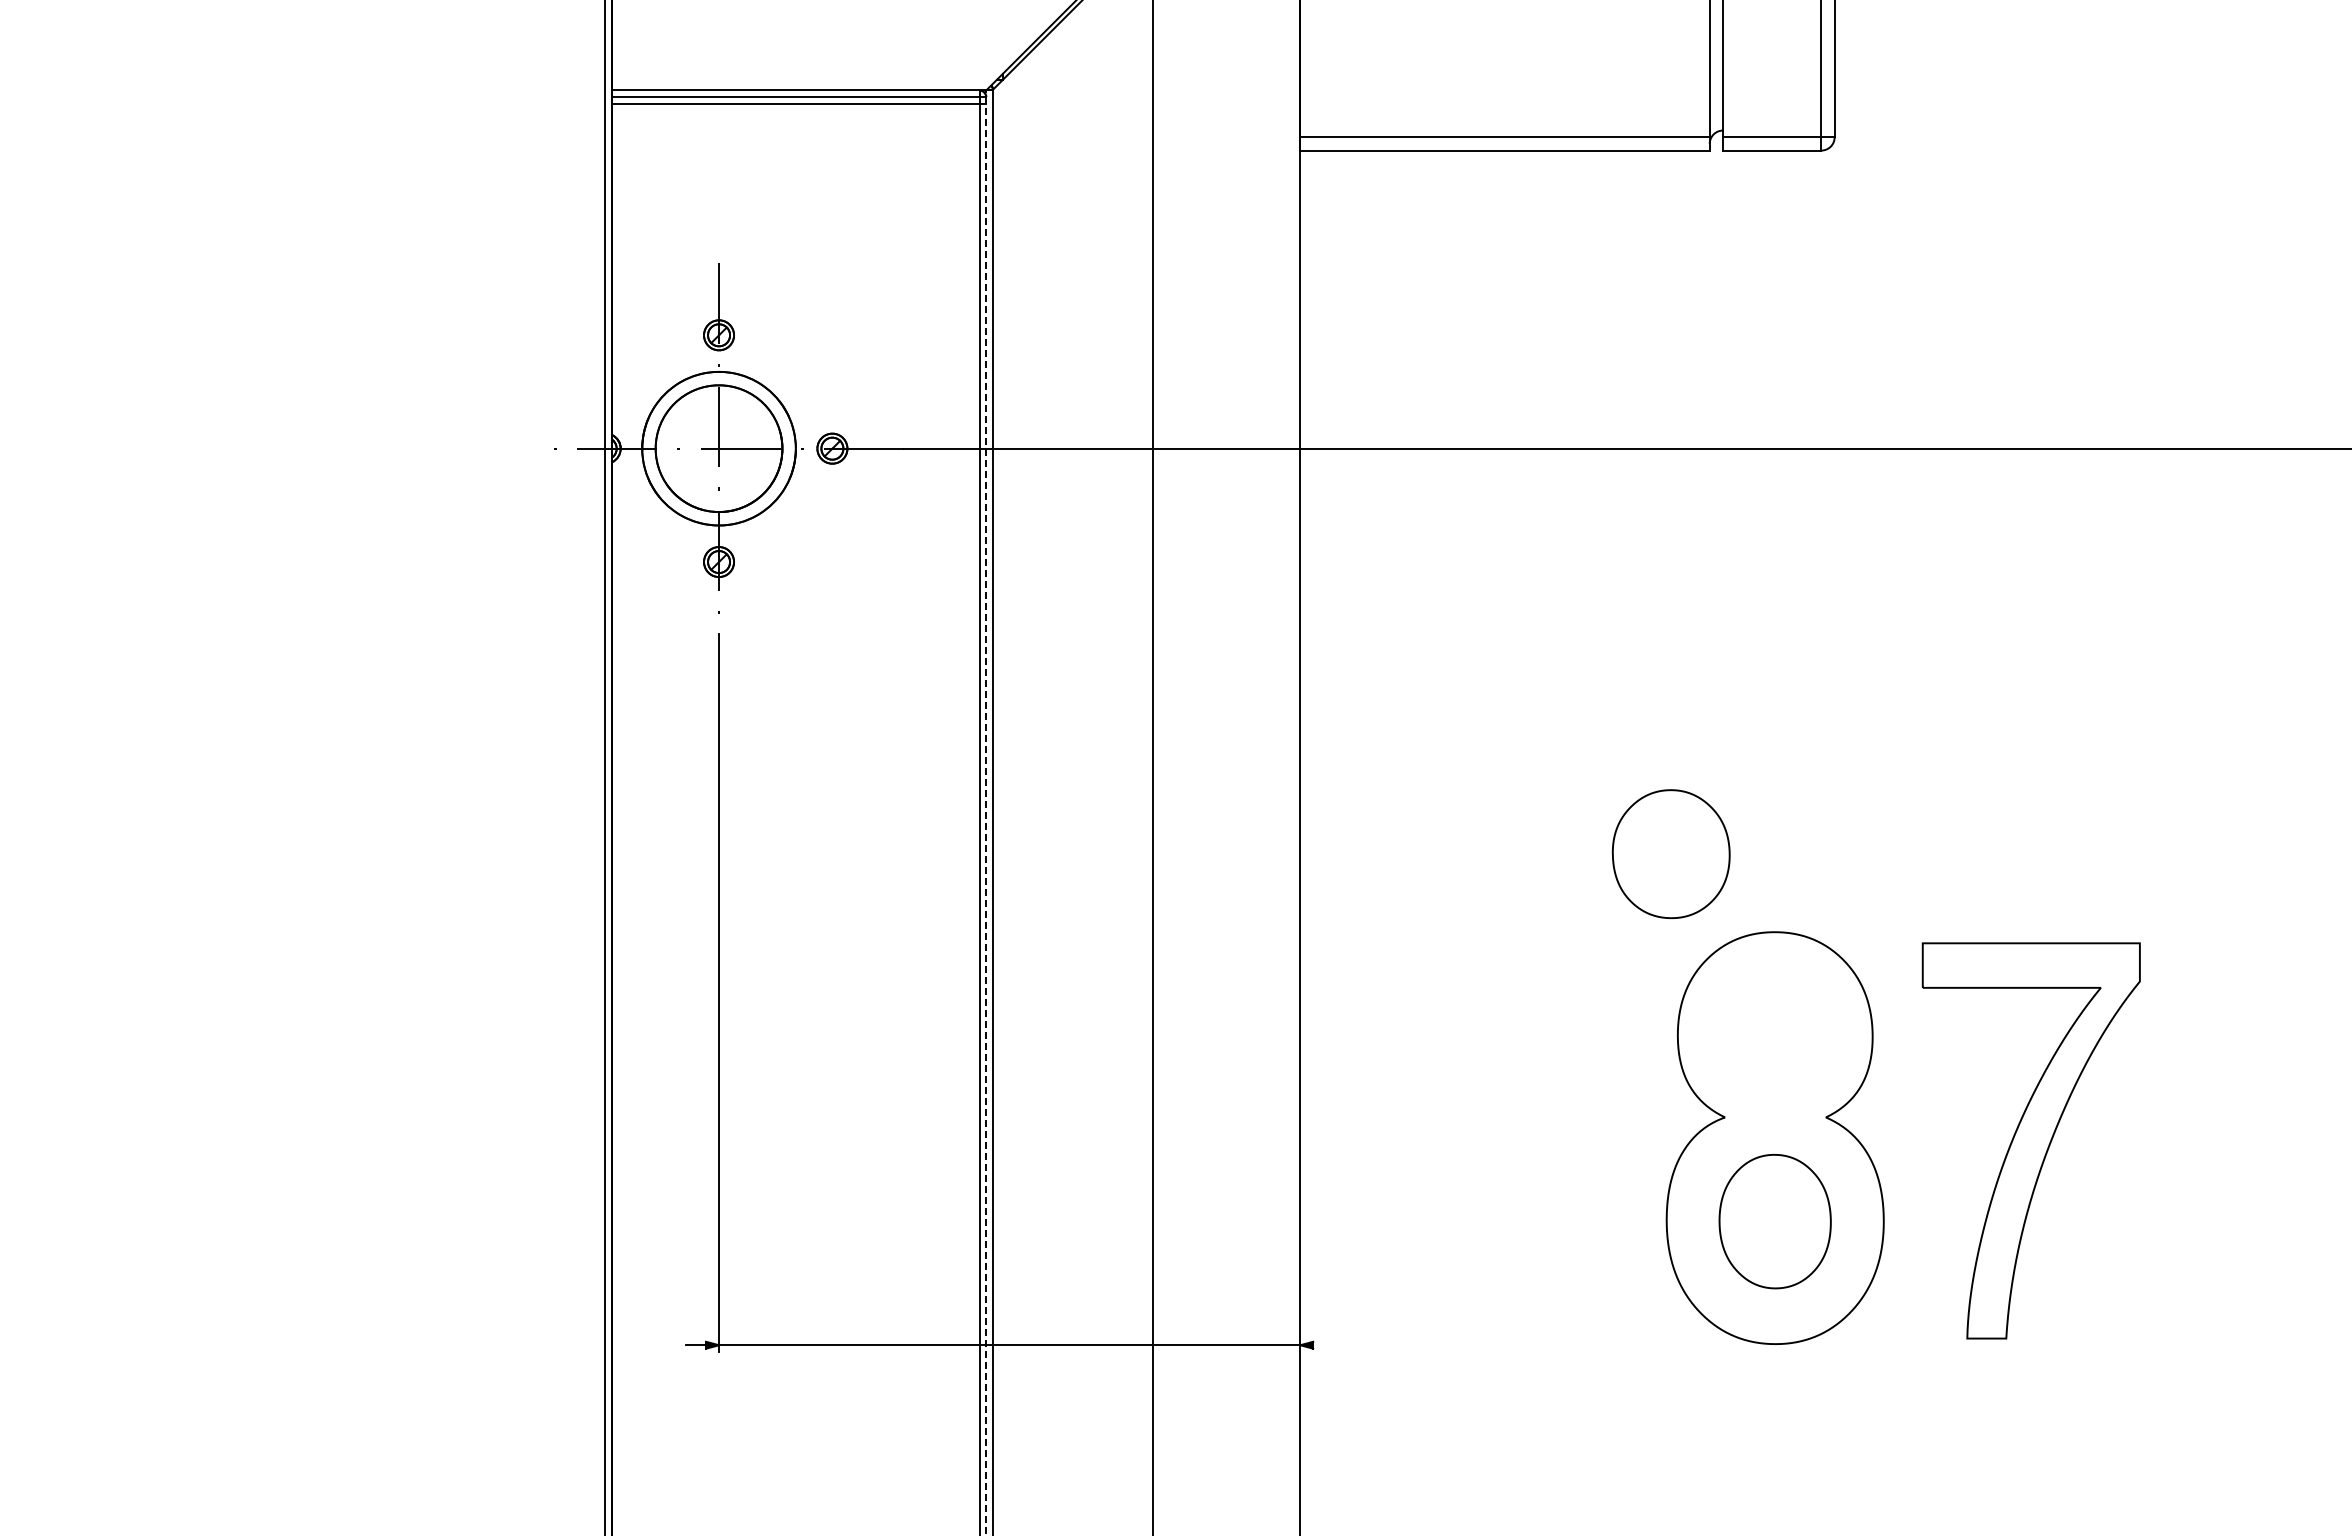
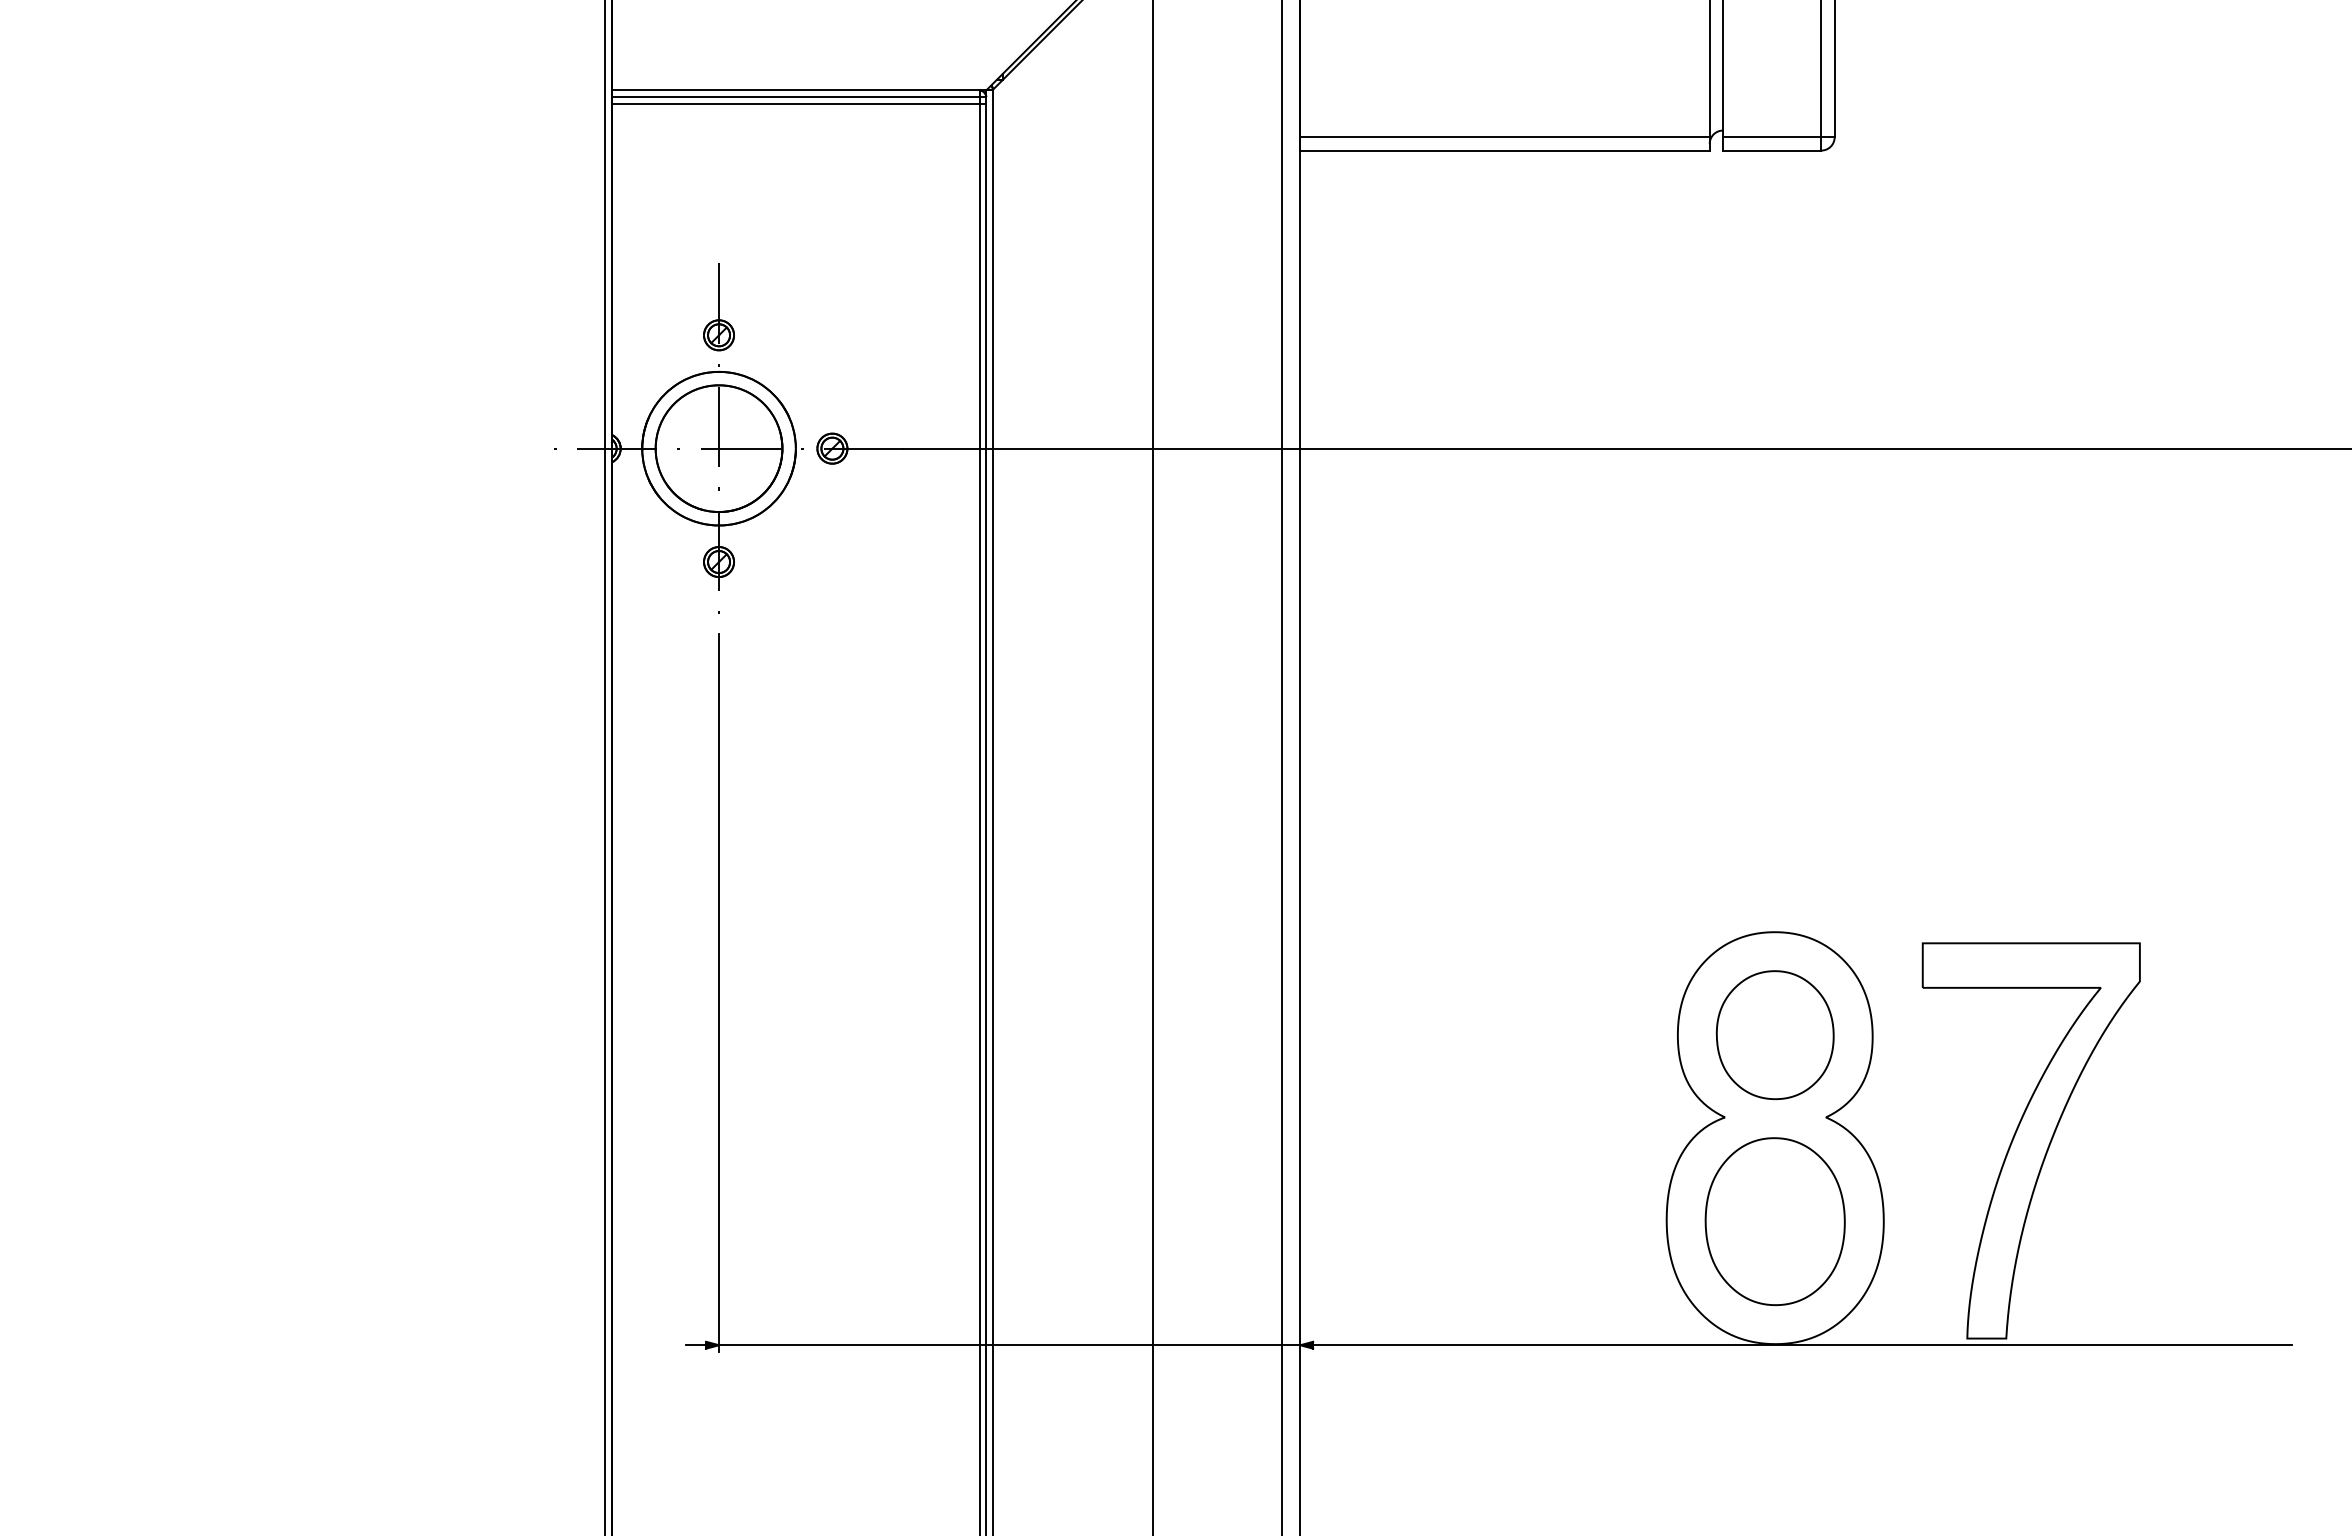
line at (1281, 767): none -> present
line at (986, 813): dashed -> solid
part at (1670, 854) position: (1670, 854) -> (1774, 1035)
part at (1774, 1221) size: 114x136 px -> 142x169 px
line at (1802, 1345): none -> present
